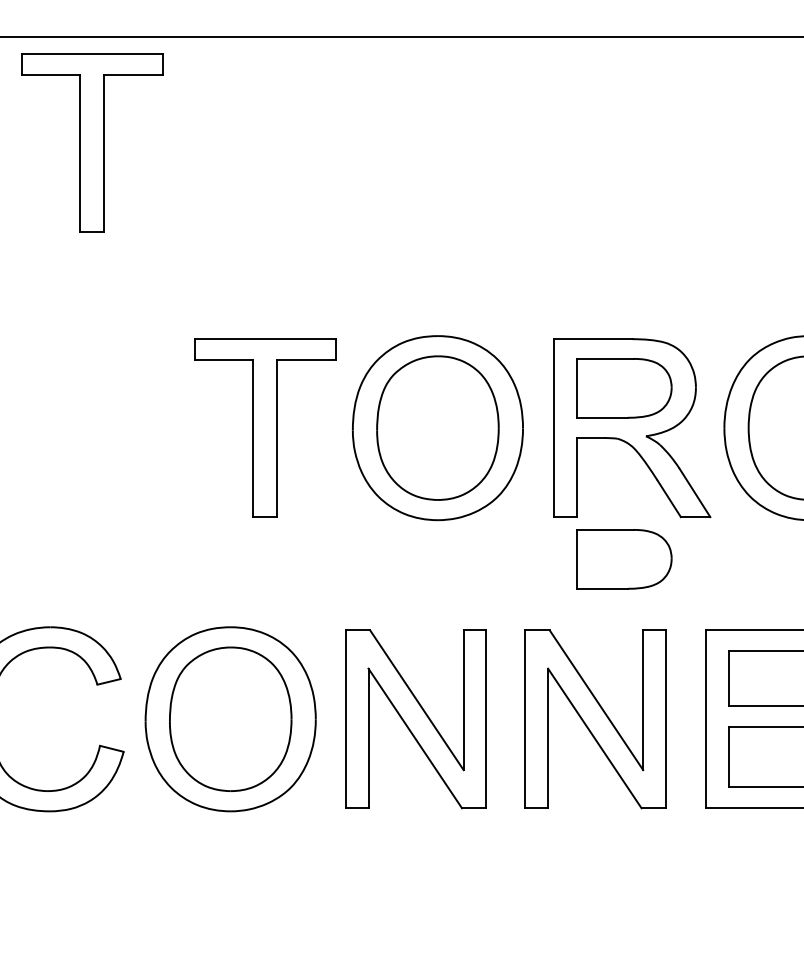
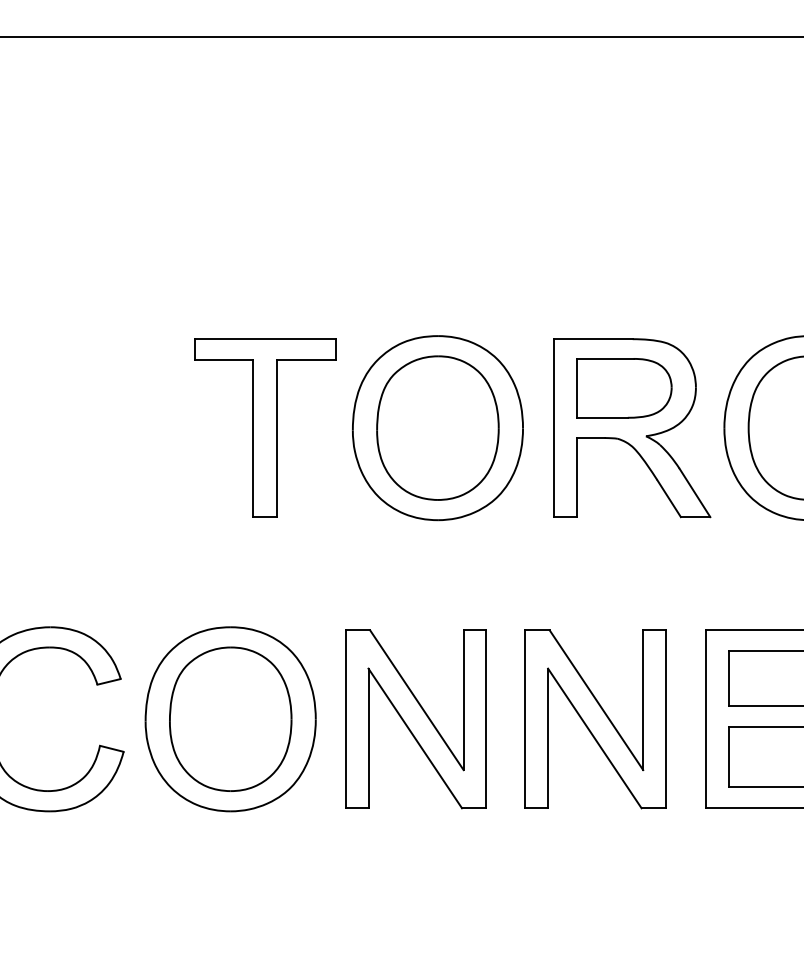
part at (92, 142): present -> none
part at (624, 559): present -> none
